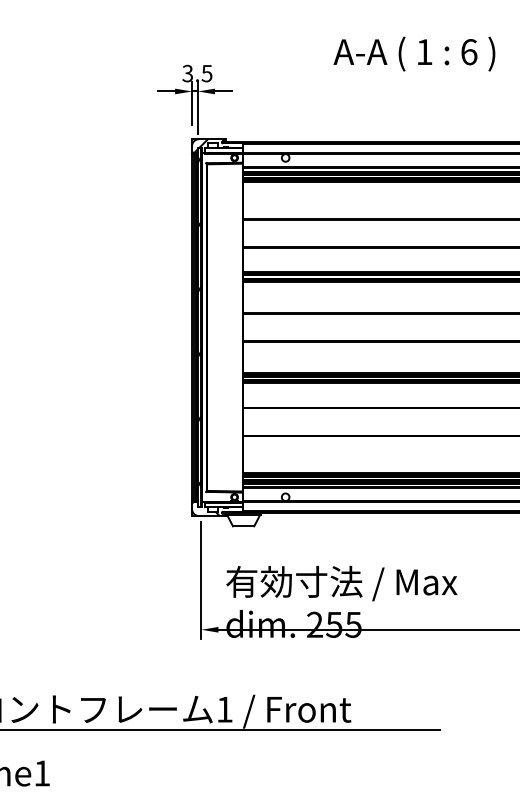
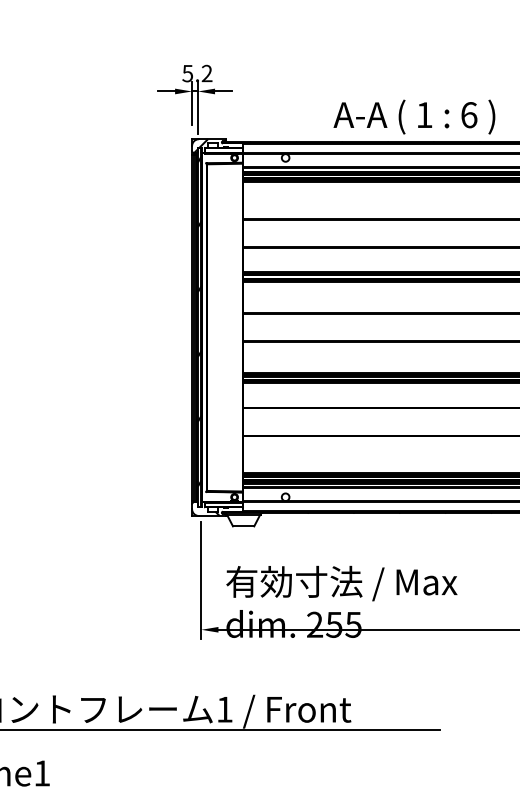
text at (414, 53) position: (414, 53) -> (414, 116)
text at (197, 73): 3.5 -> 5.2
